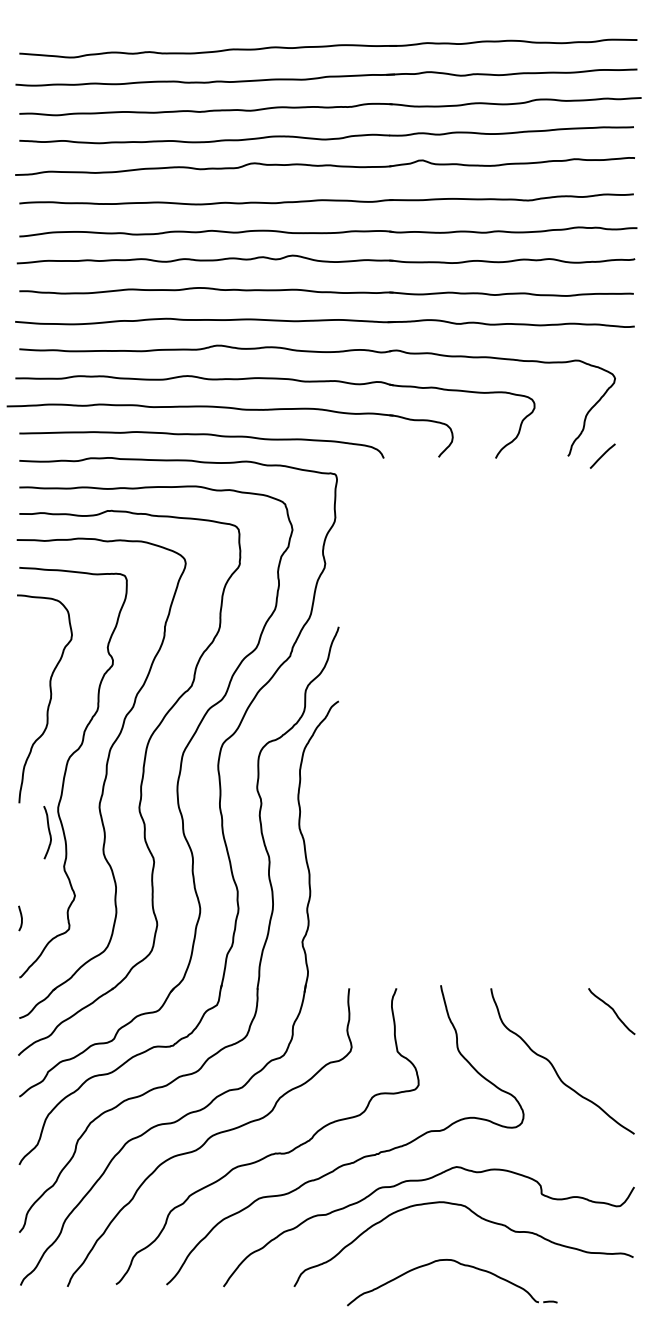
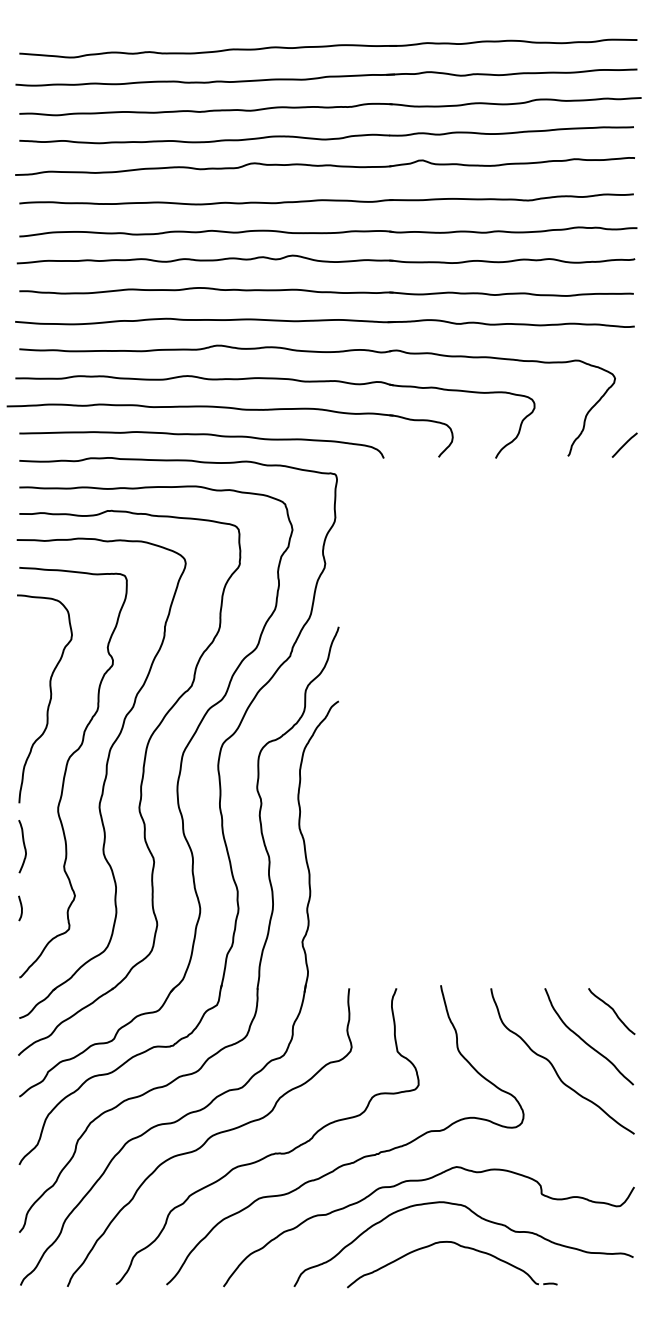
line at (602, 455) position: (602, 455) -> (624, 444)
curve at (48, 832) position: (48, 832) -> (23, 846)
curve at (20, 917) position: (20, 917) -> (20, 907)
curve at (584, 1040): none -> present
part at (461, 1265) position: (461, 1265) -> (461, 1247)
